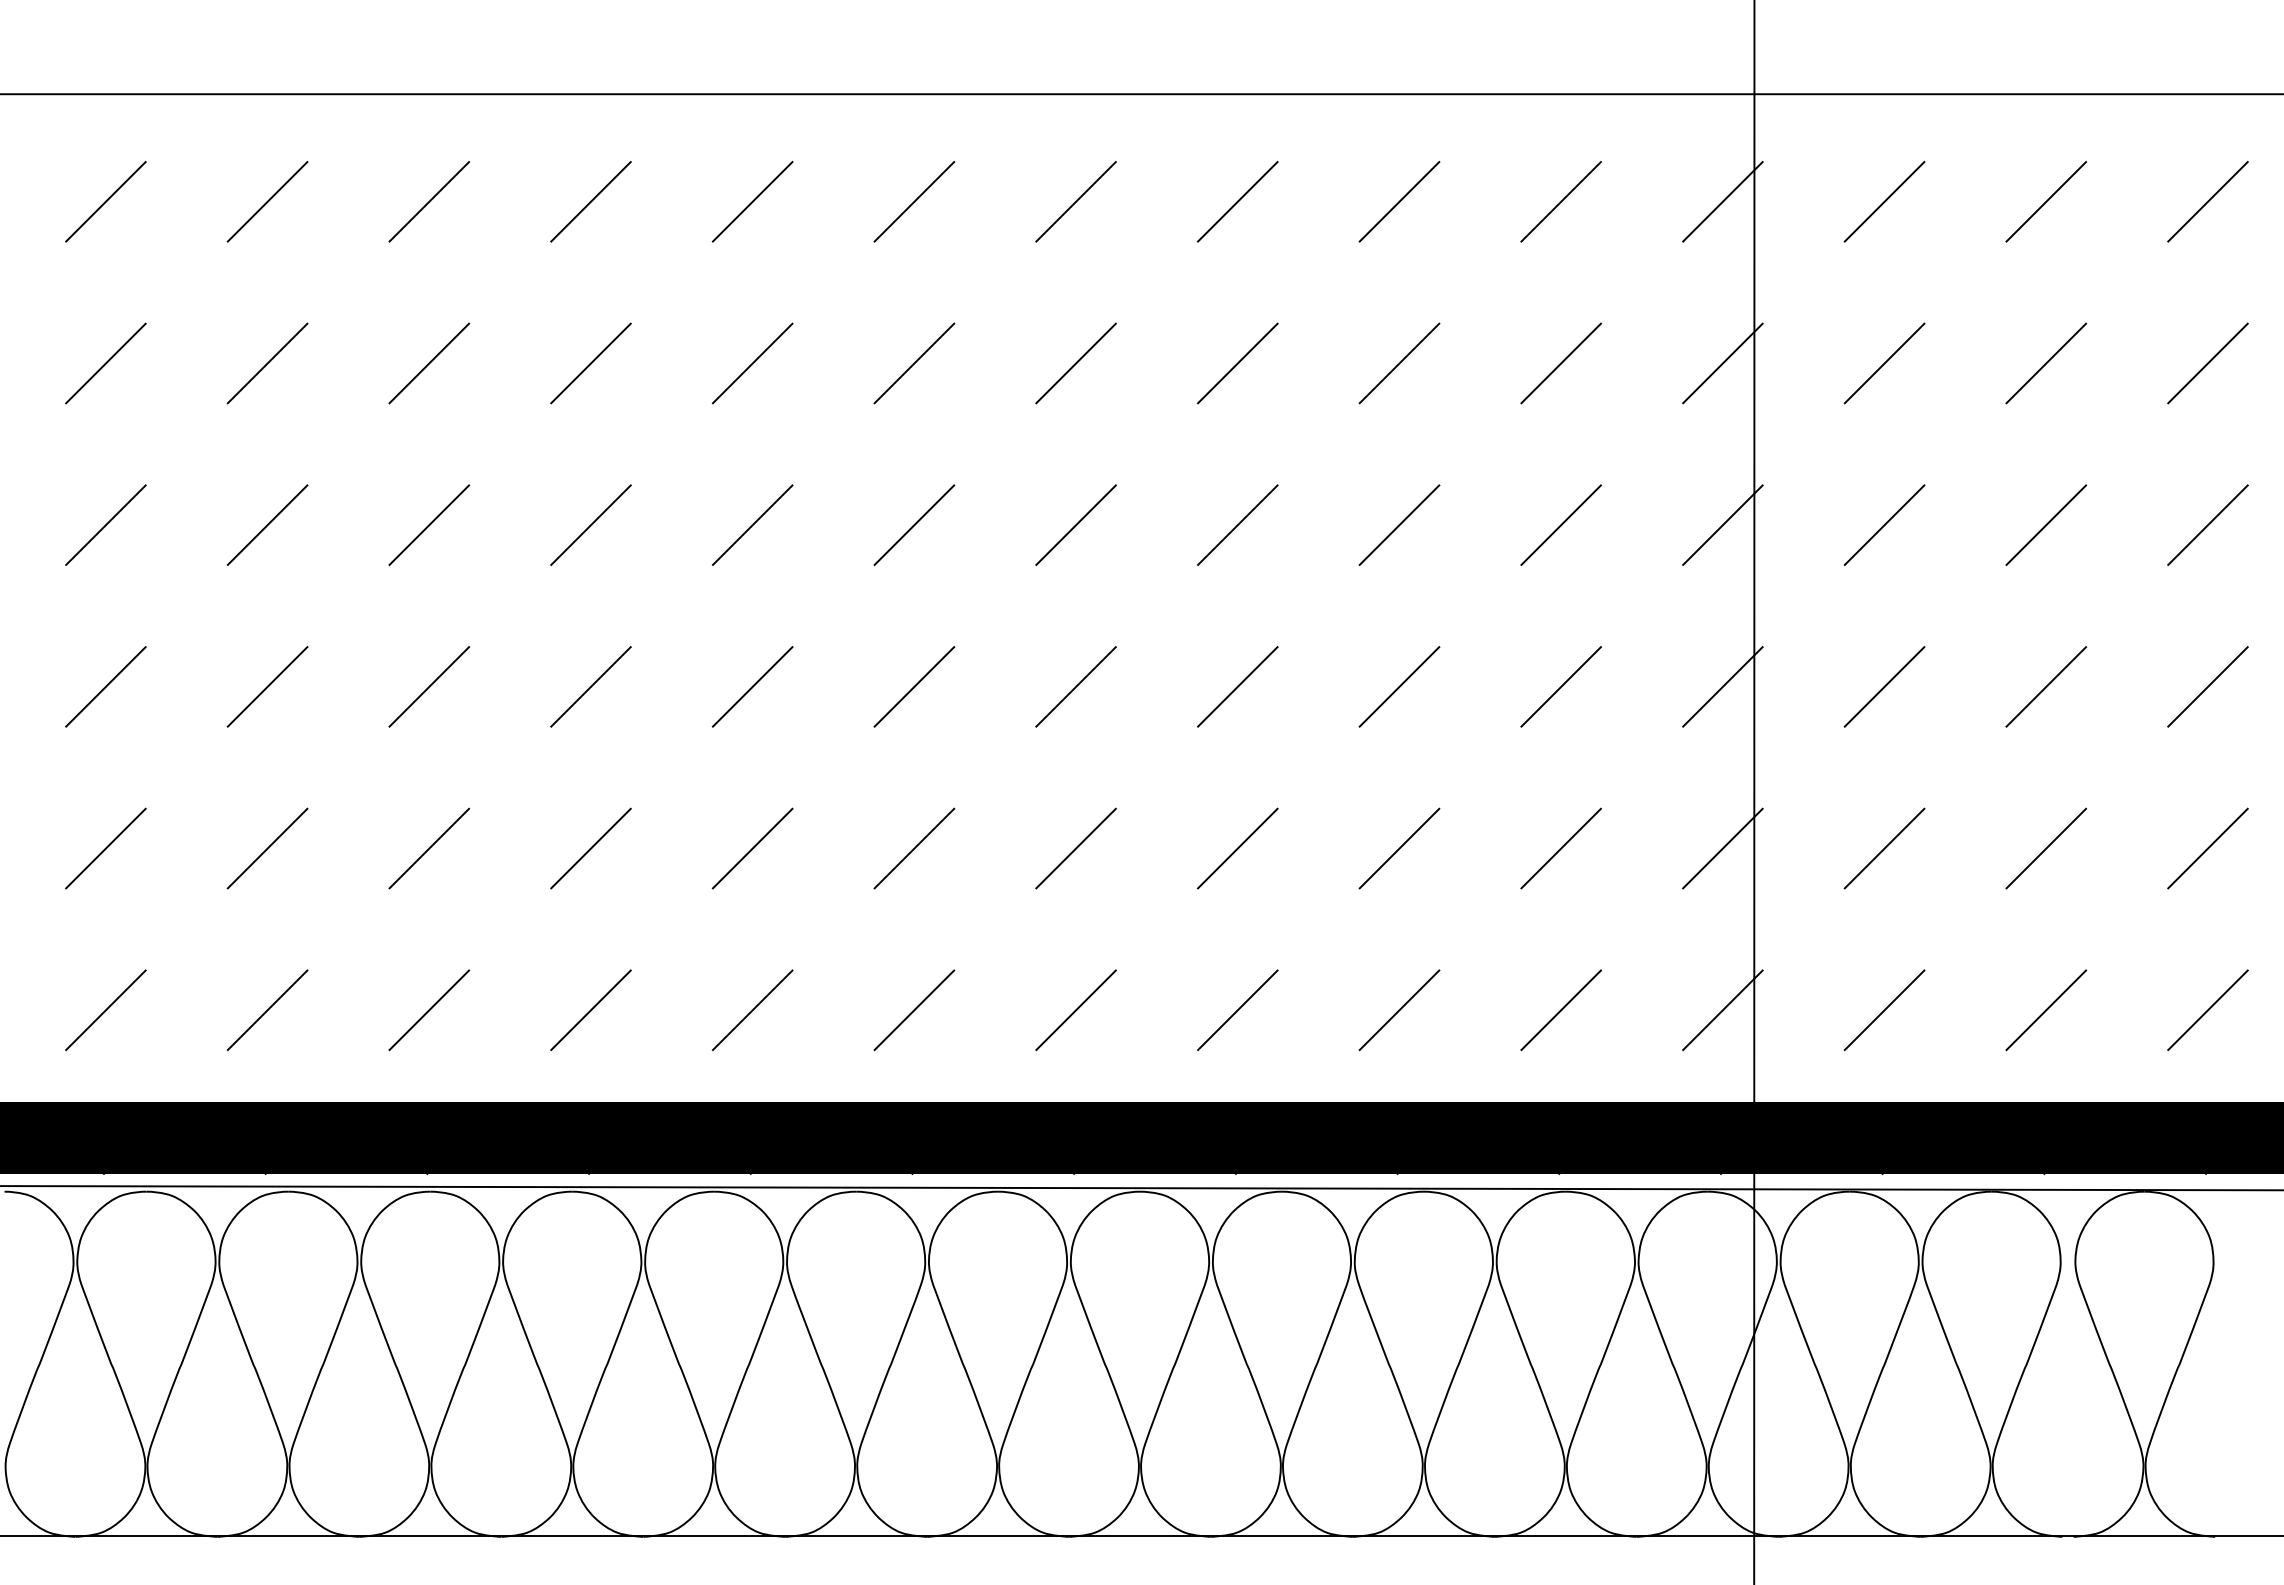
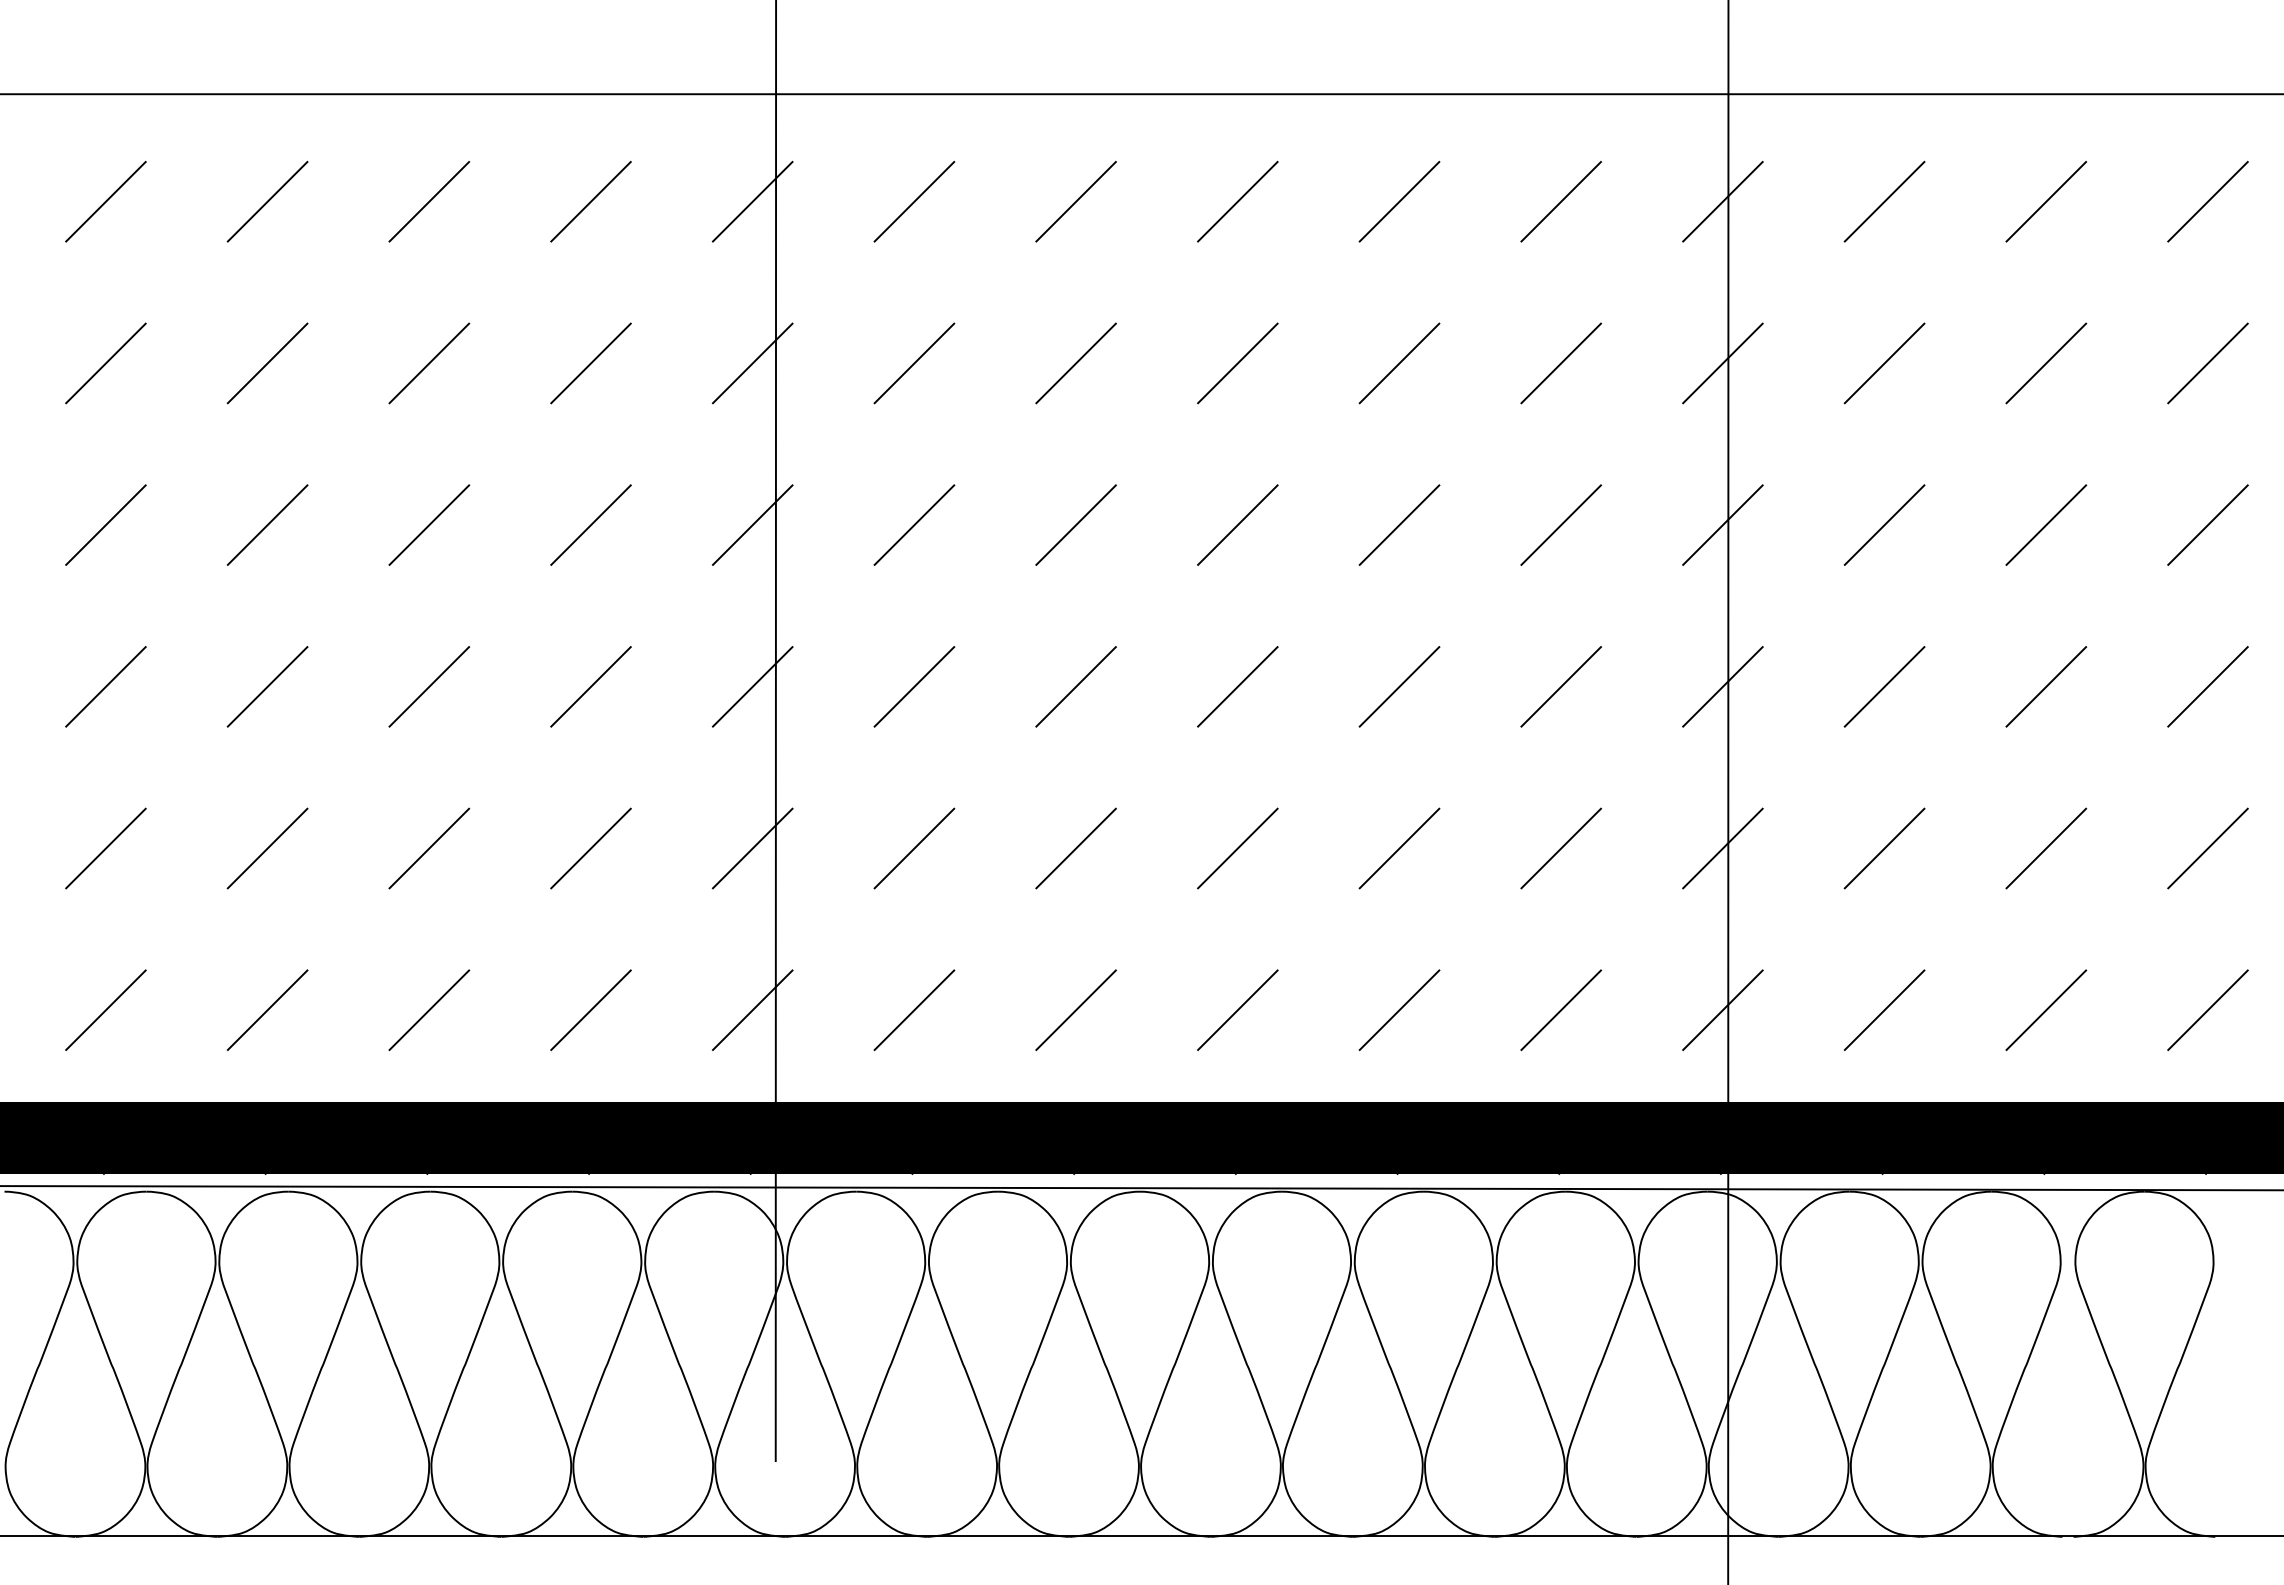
line at (775, 731): none -> present
line at (1754, 791) position: (1754, 791) -> (1728, 791)
